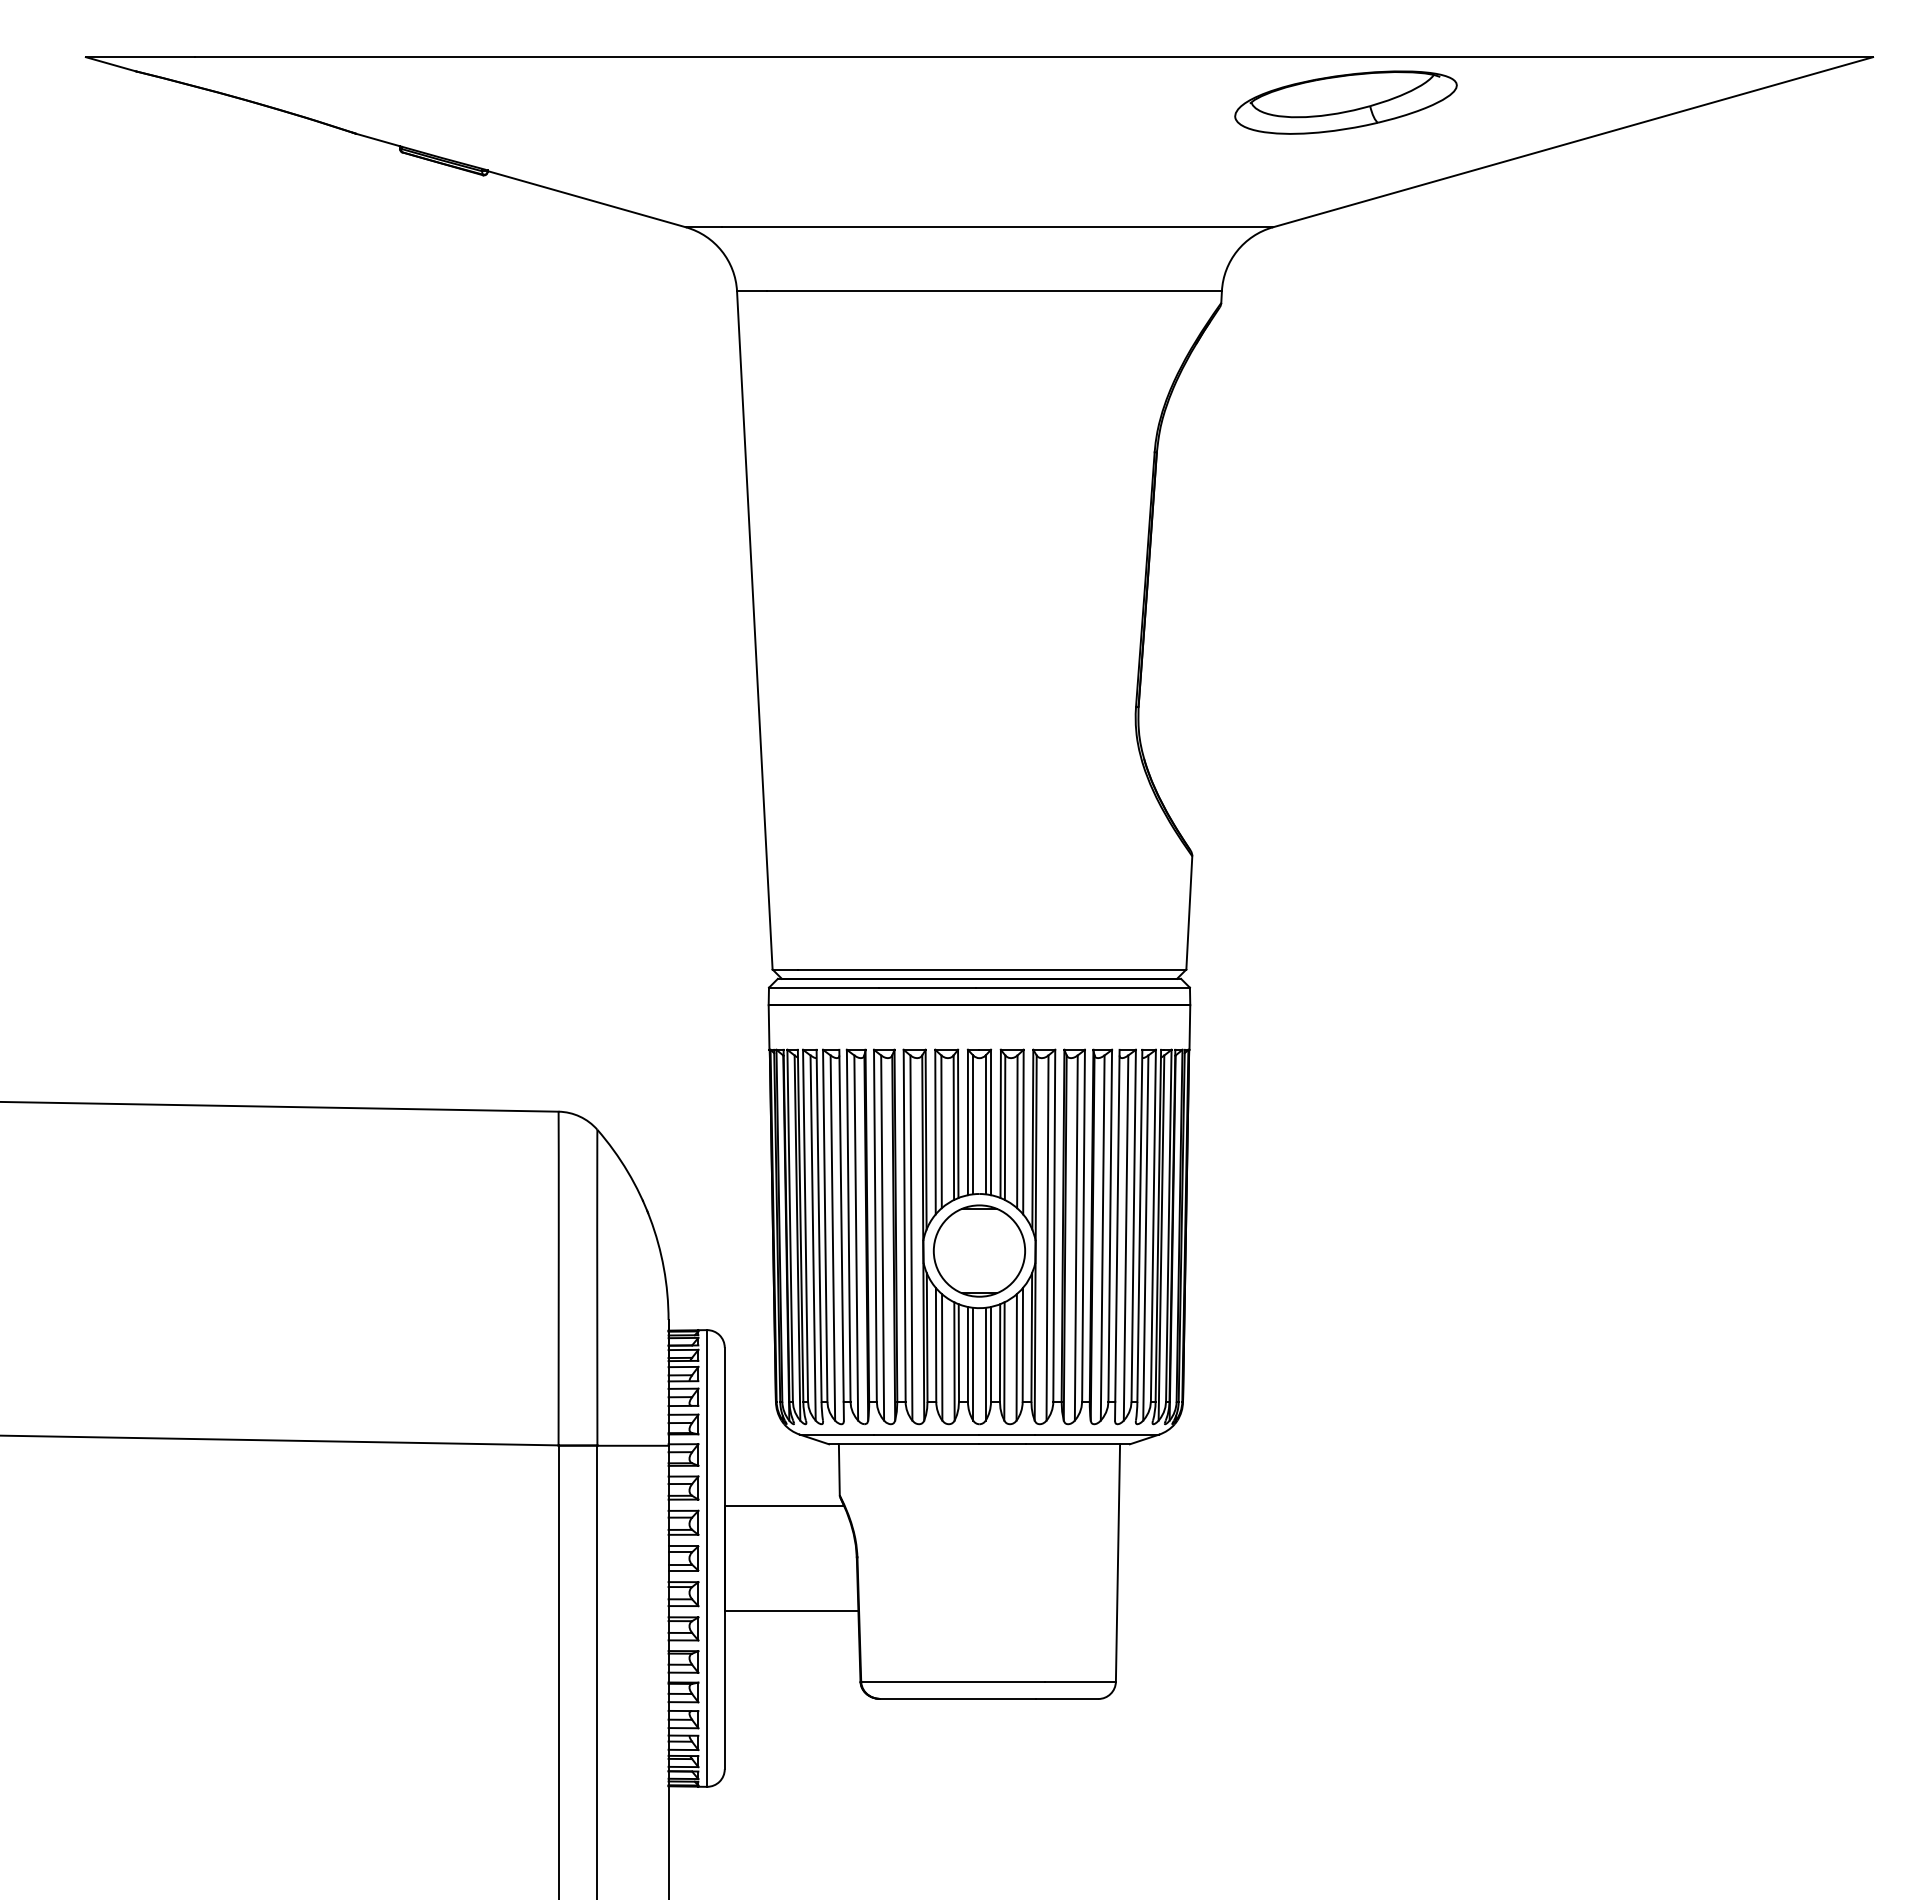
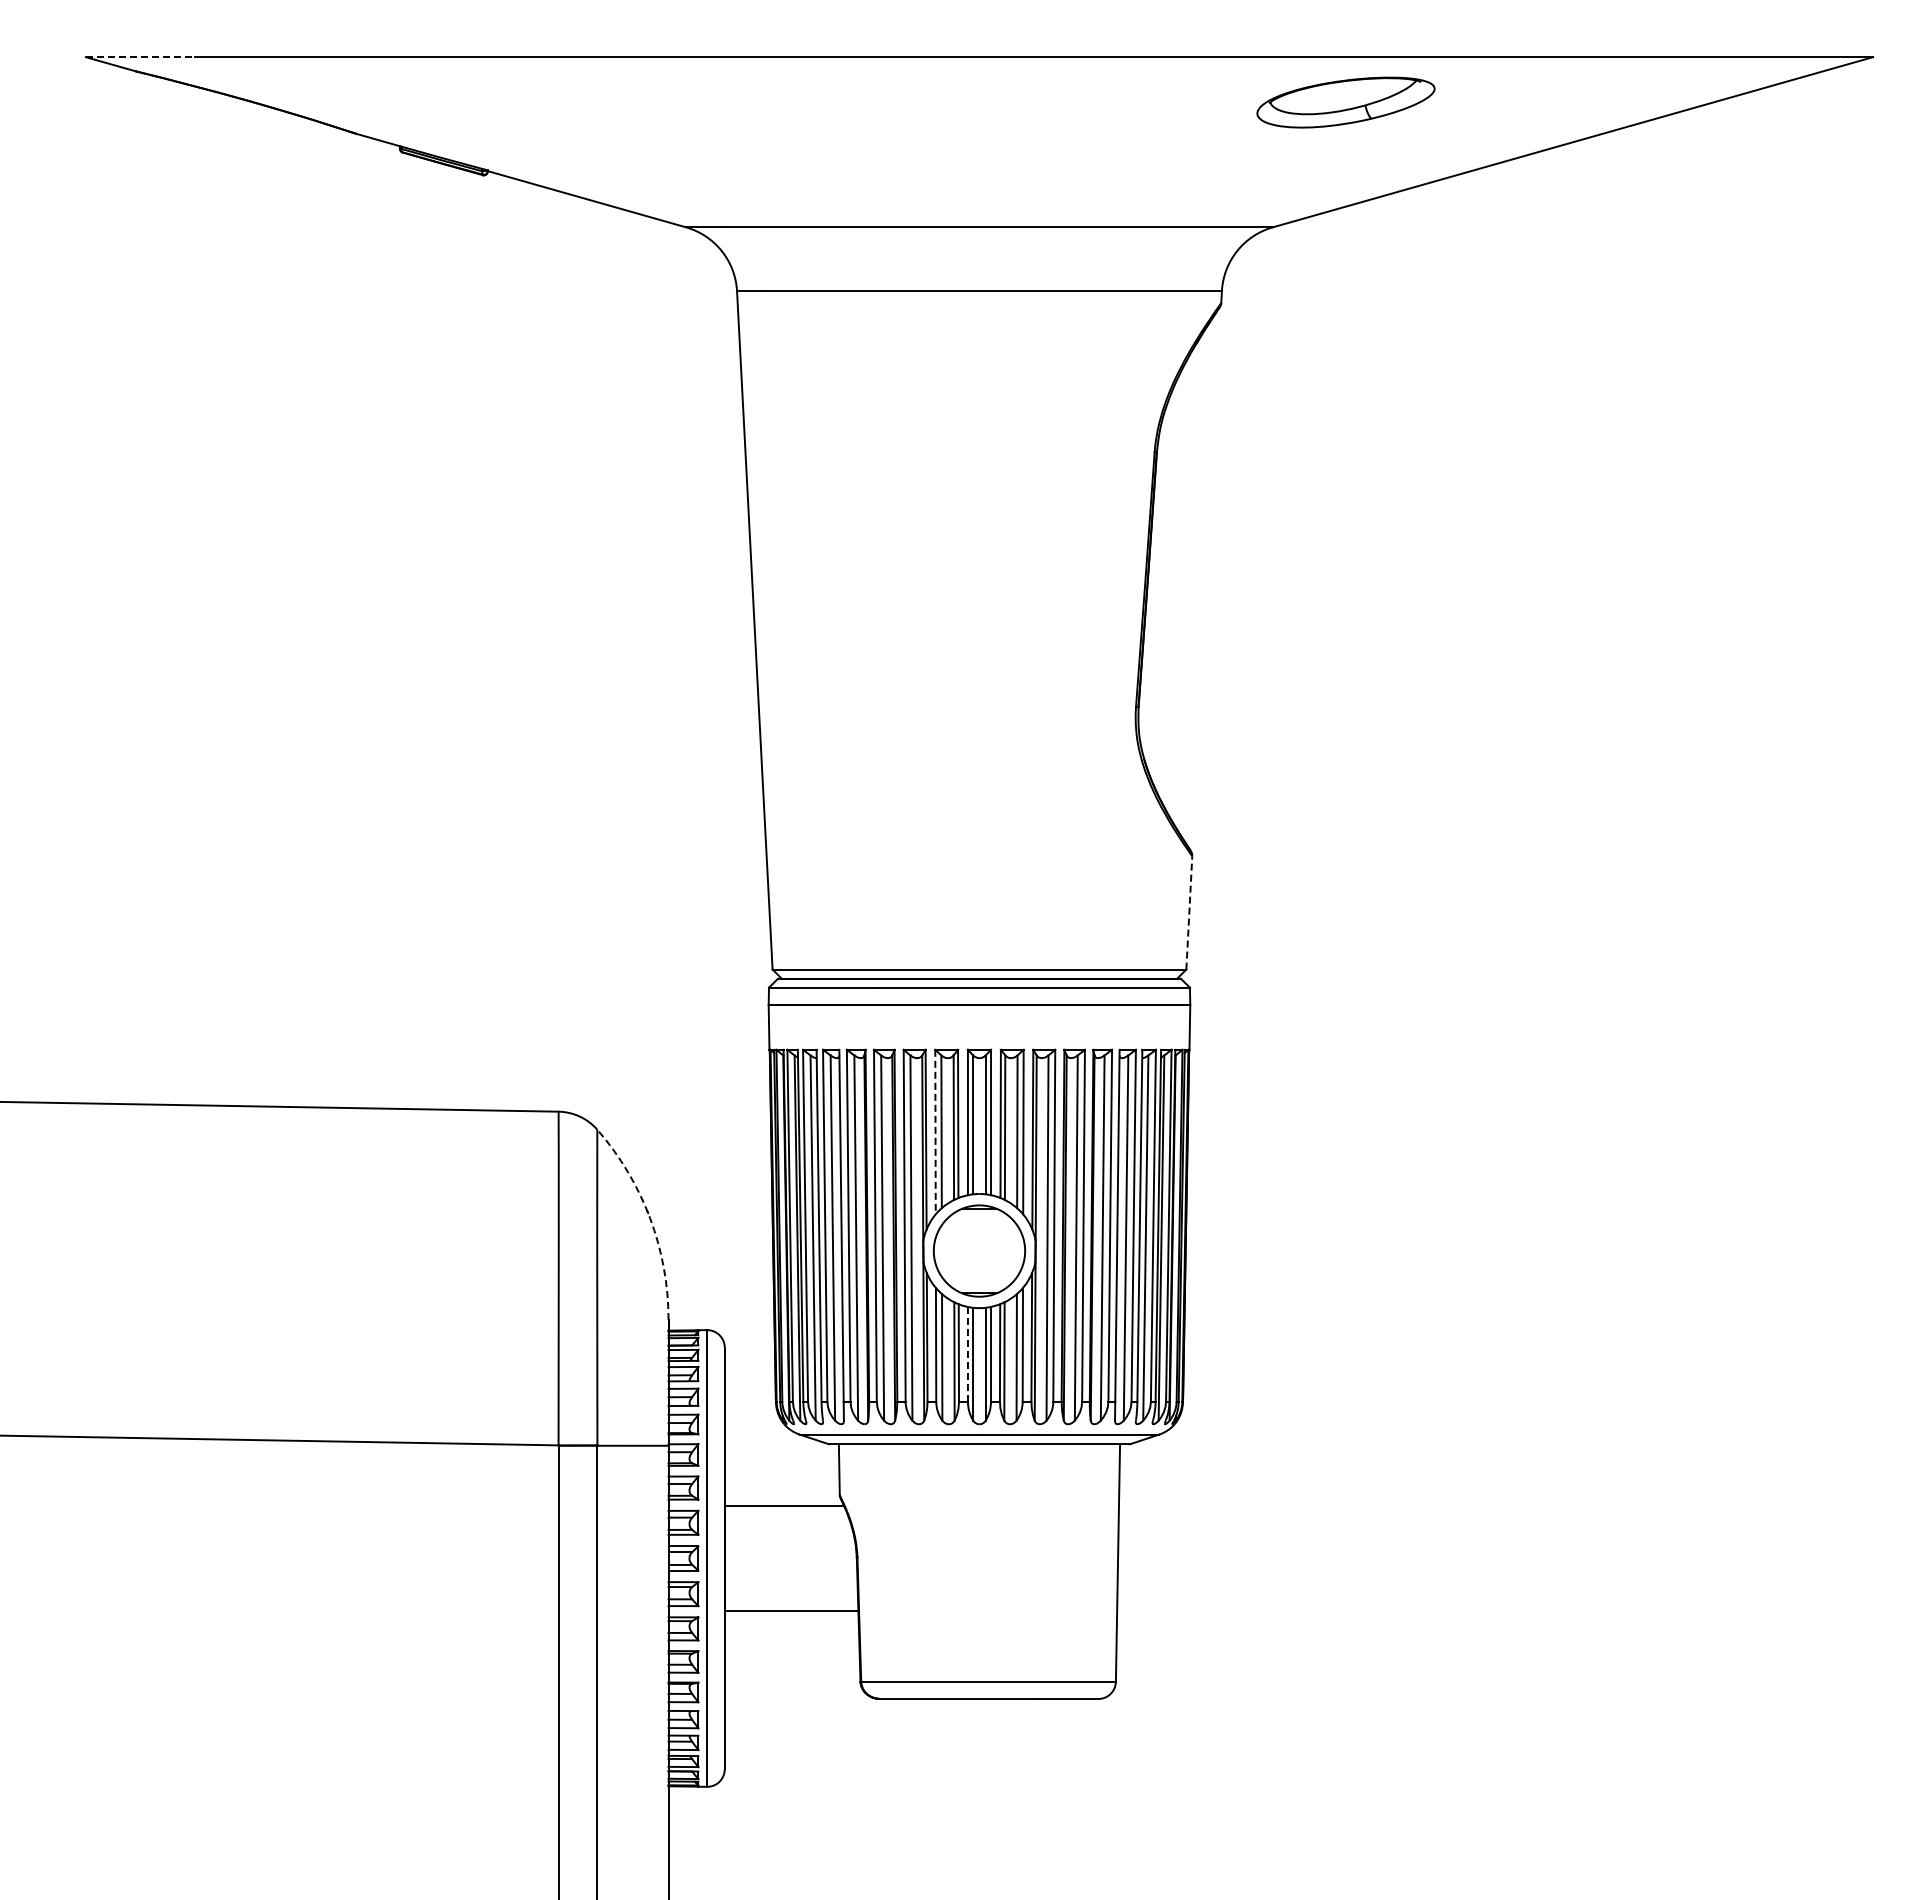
line at (140, 57): solid -> dashed
part at (1345, 102) size: 224x65 px -> 180x53 px
line at (1189, 912): solid -> dashed
line at (935, 1132): solid -> dashed
arc at (650, 1218): solid -> dashed
line at (967, 1354): solid -> dashed
